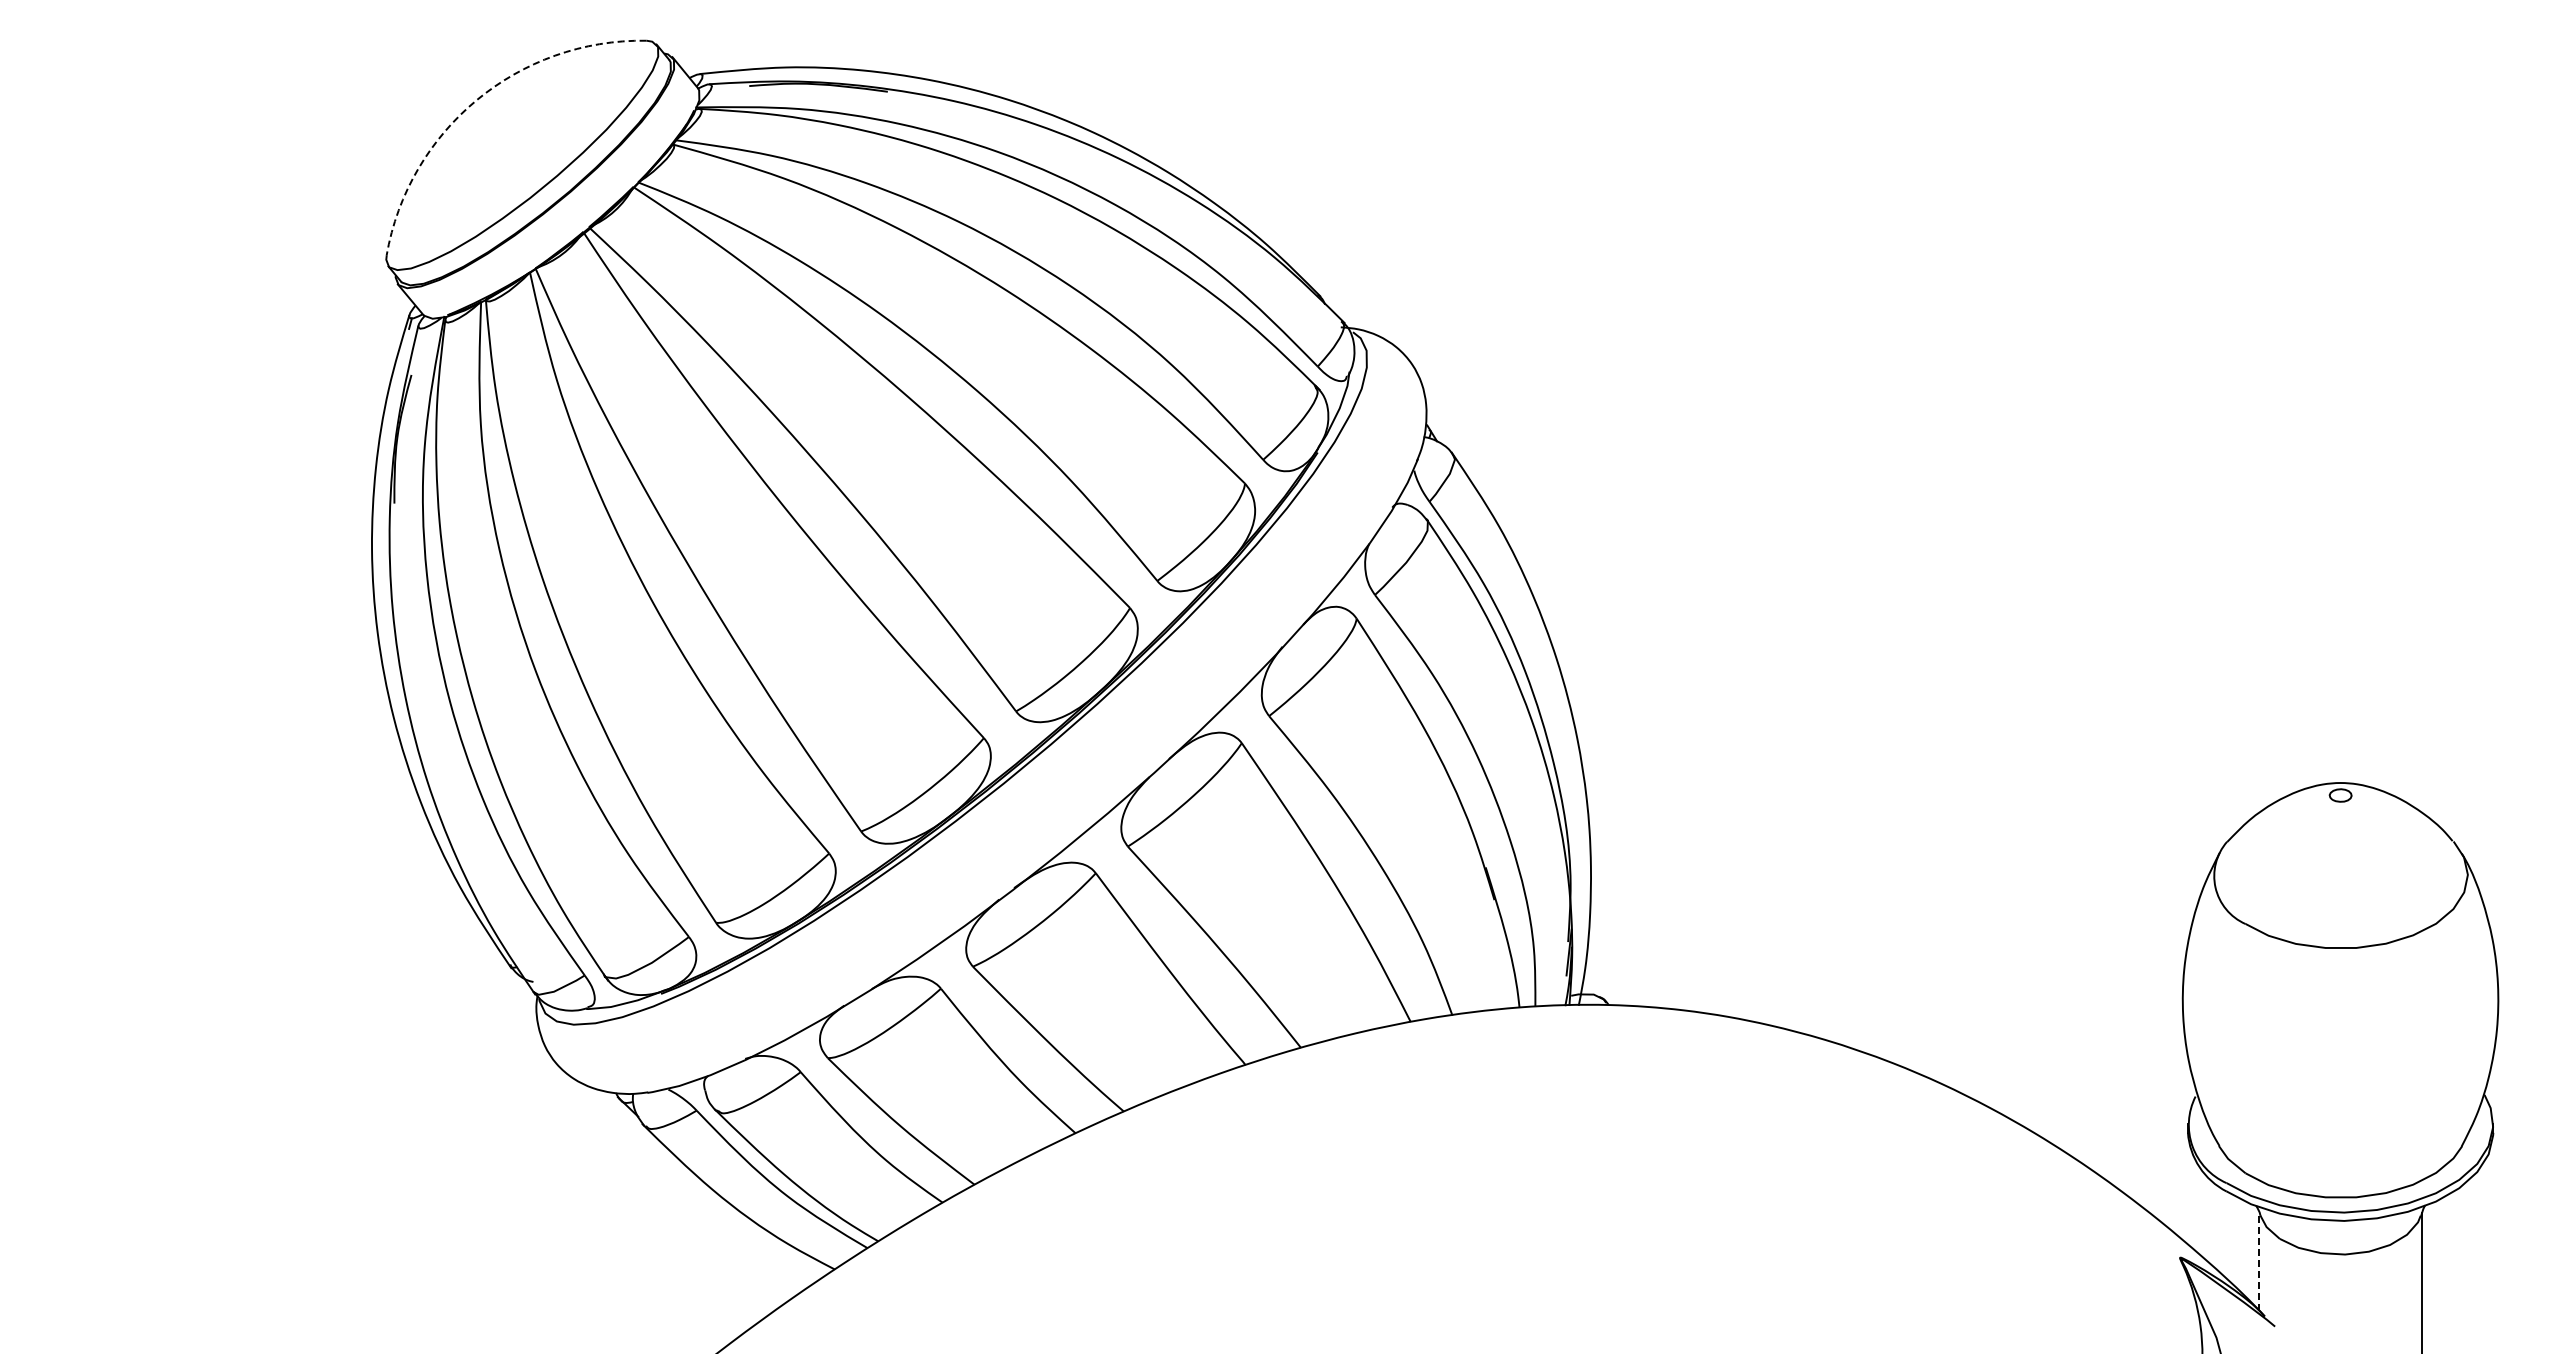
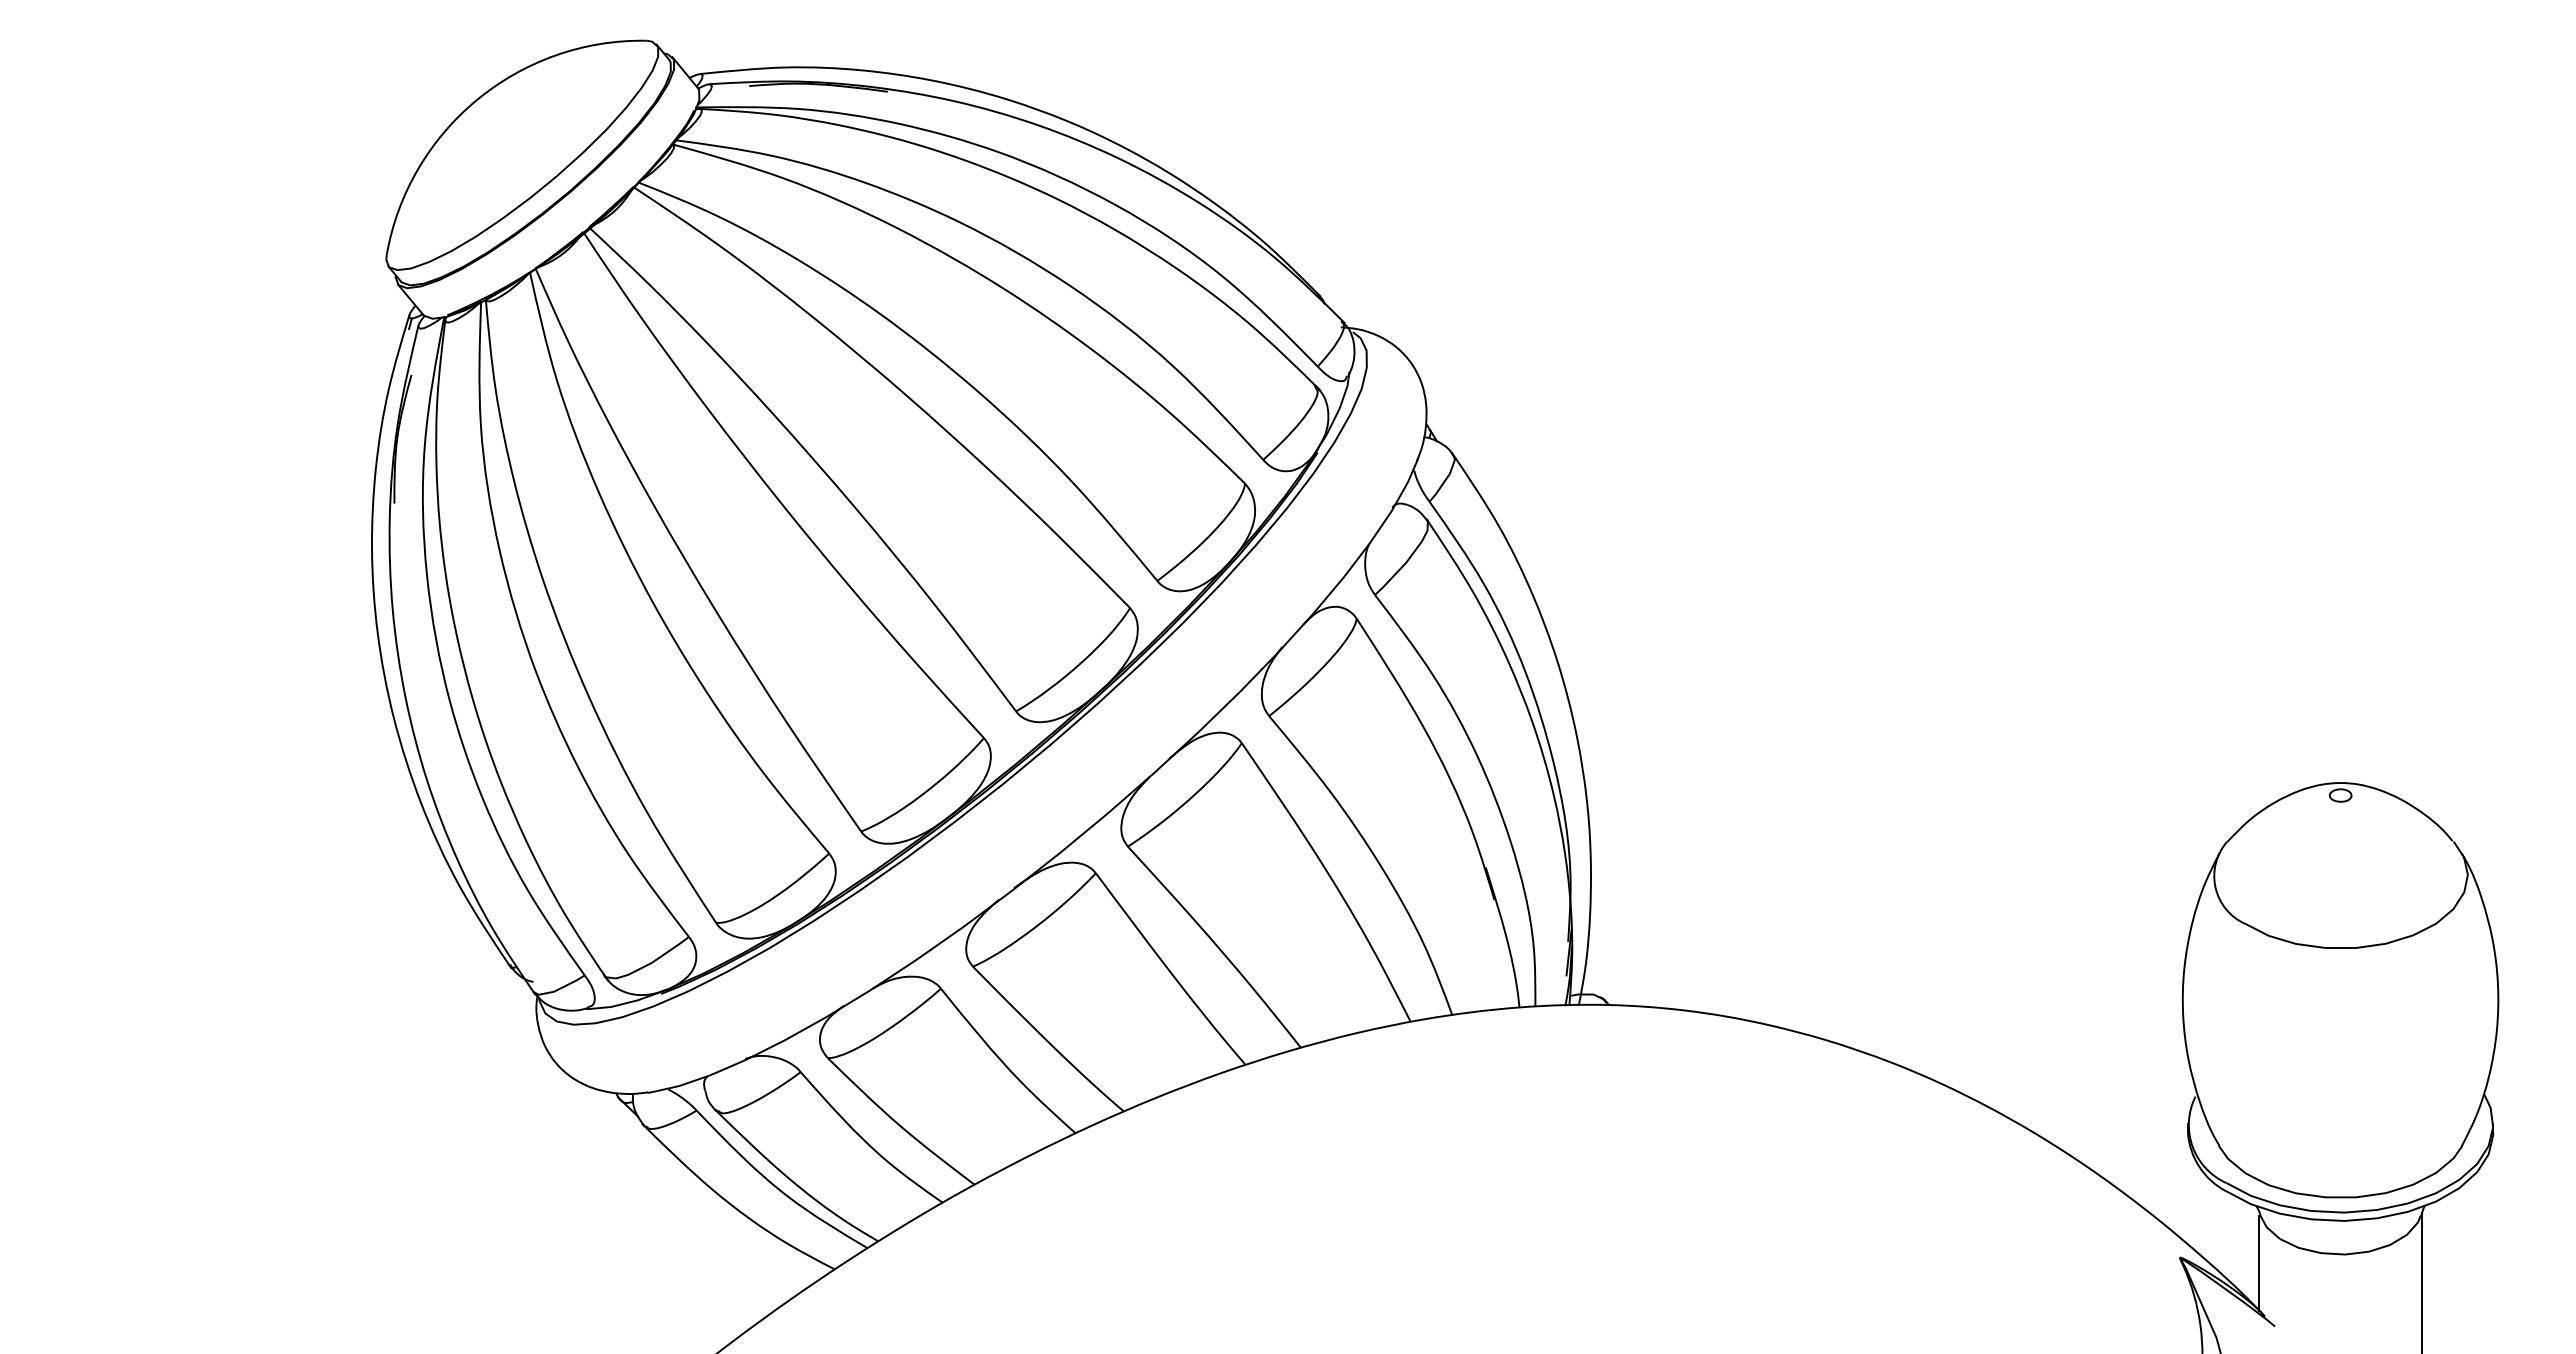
arc at (476, 100): dashed -> solid
line at (2259, 1263): dashed -> solid
